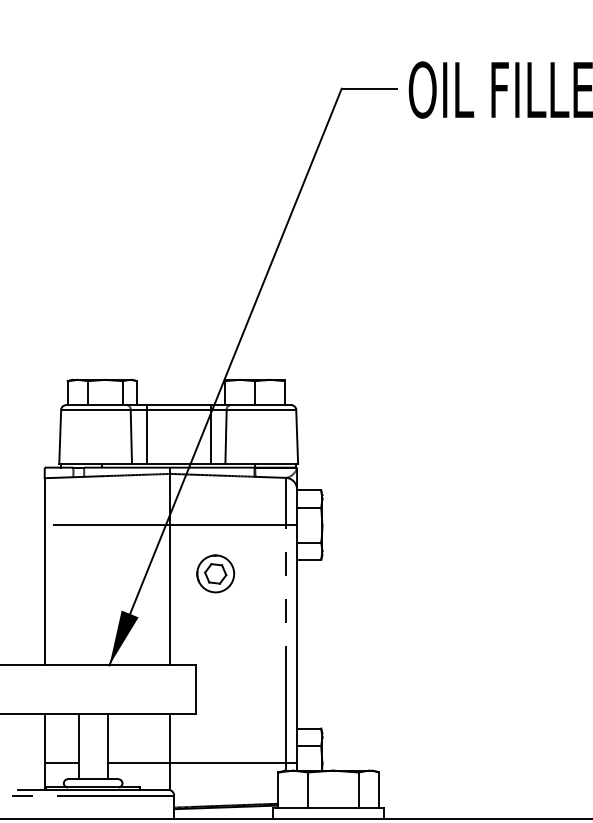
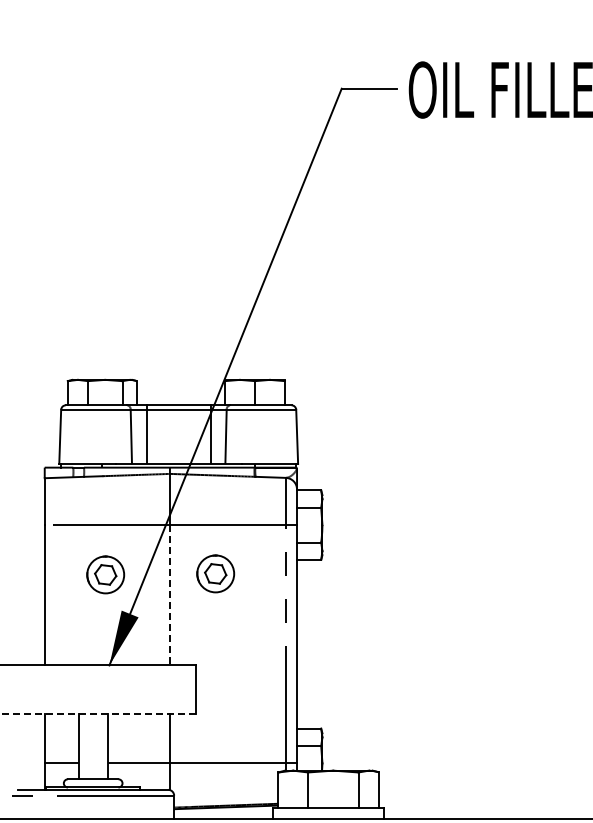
part at (105, 574): none -> present
line at (169, 595): solid -> dashed
line at (98, 713): solid -> dashed
